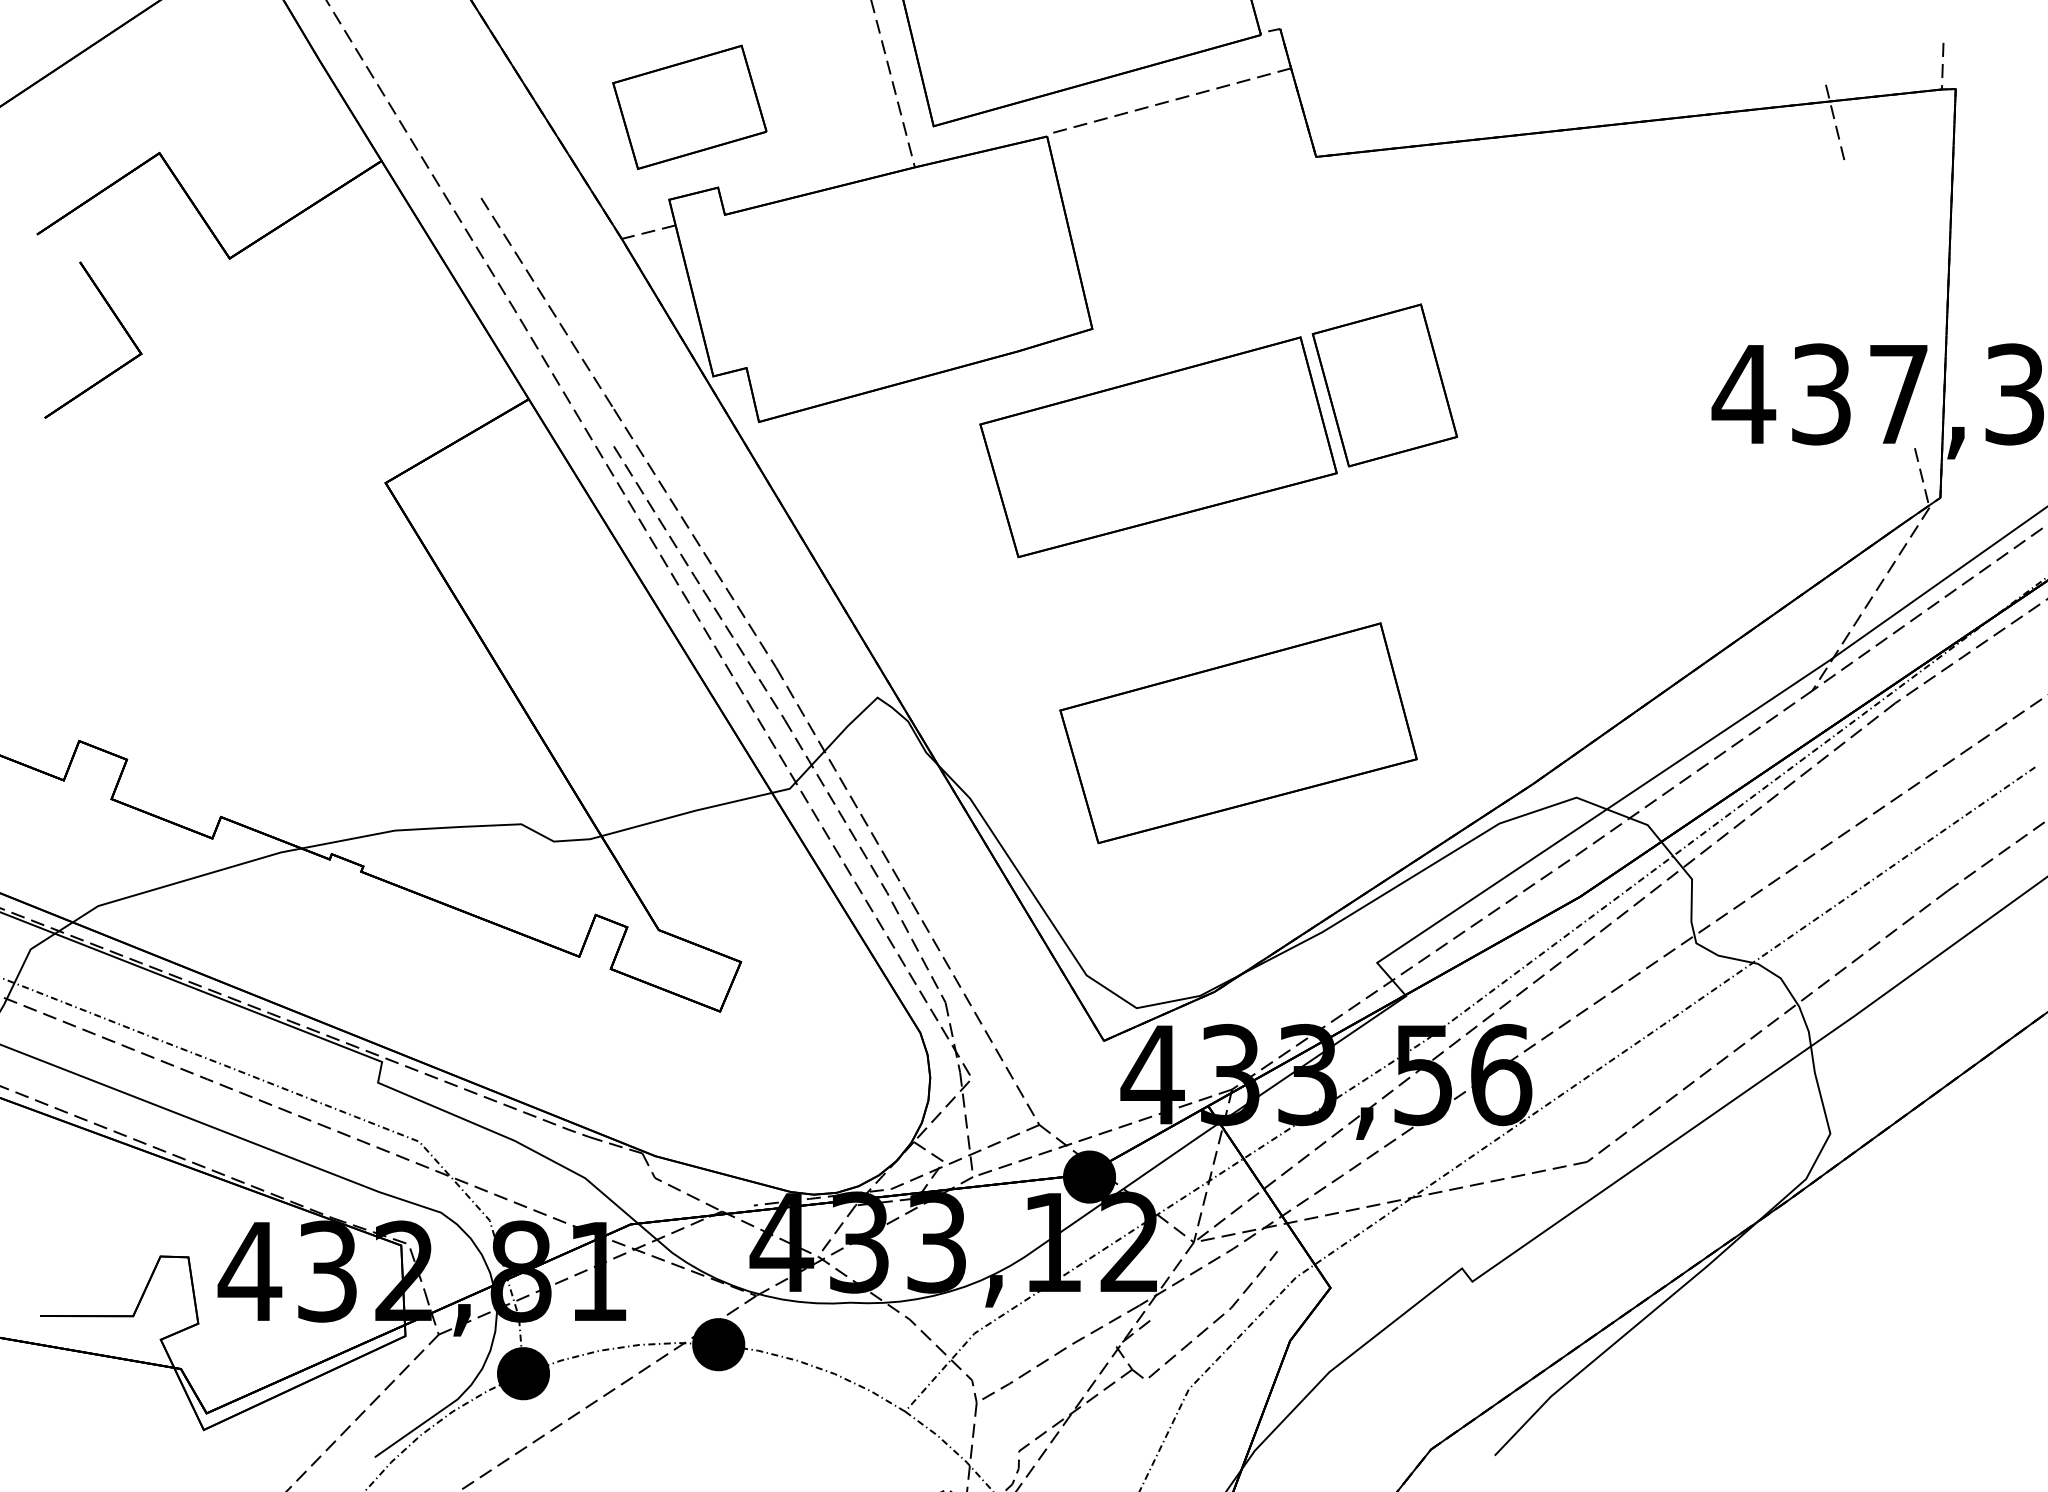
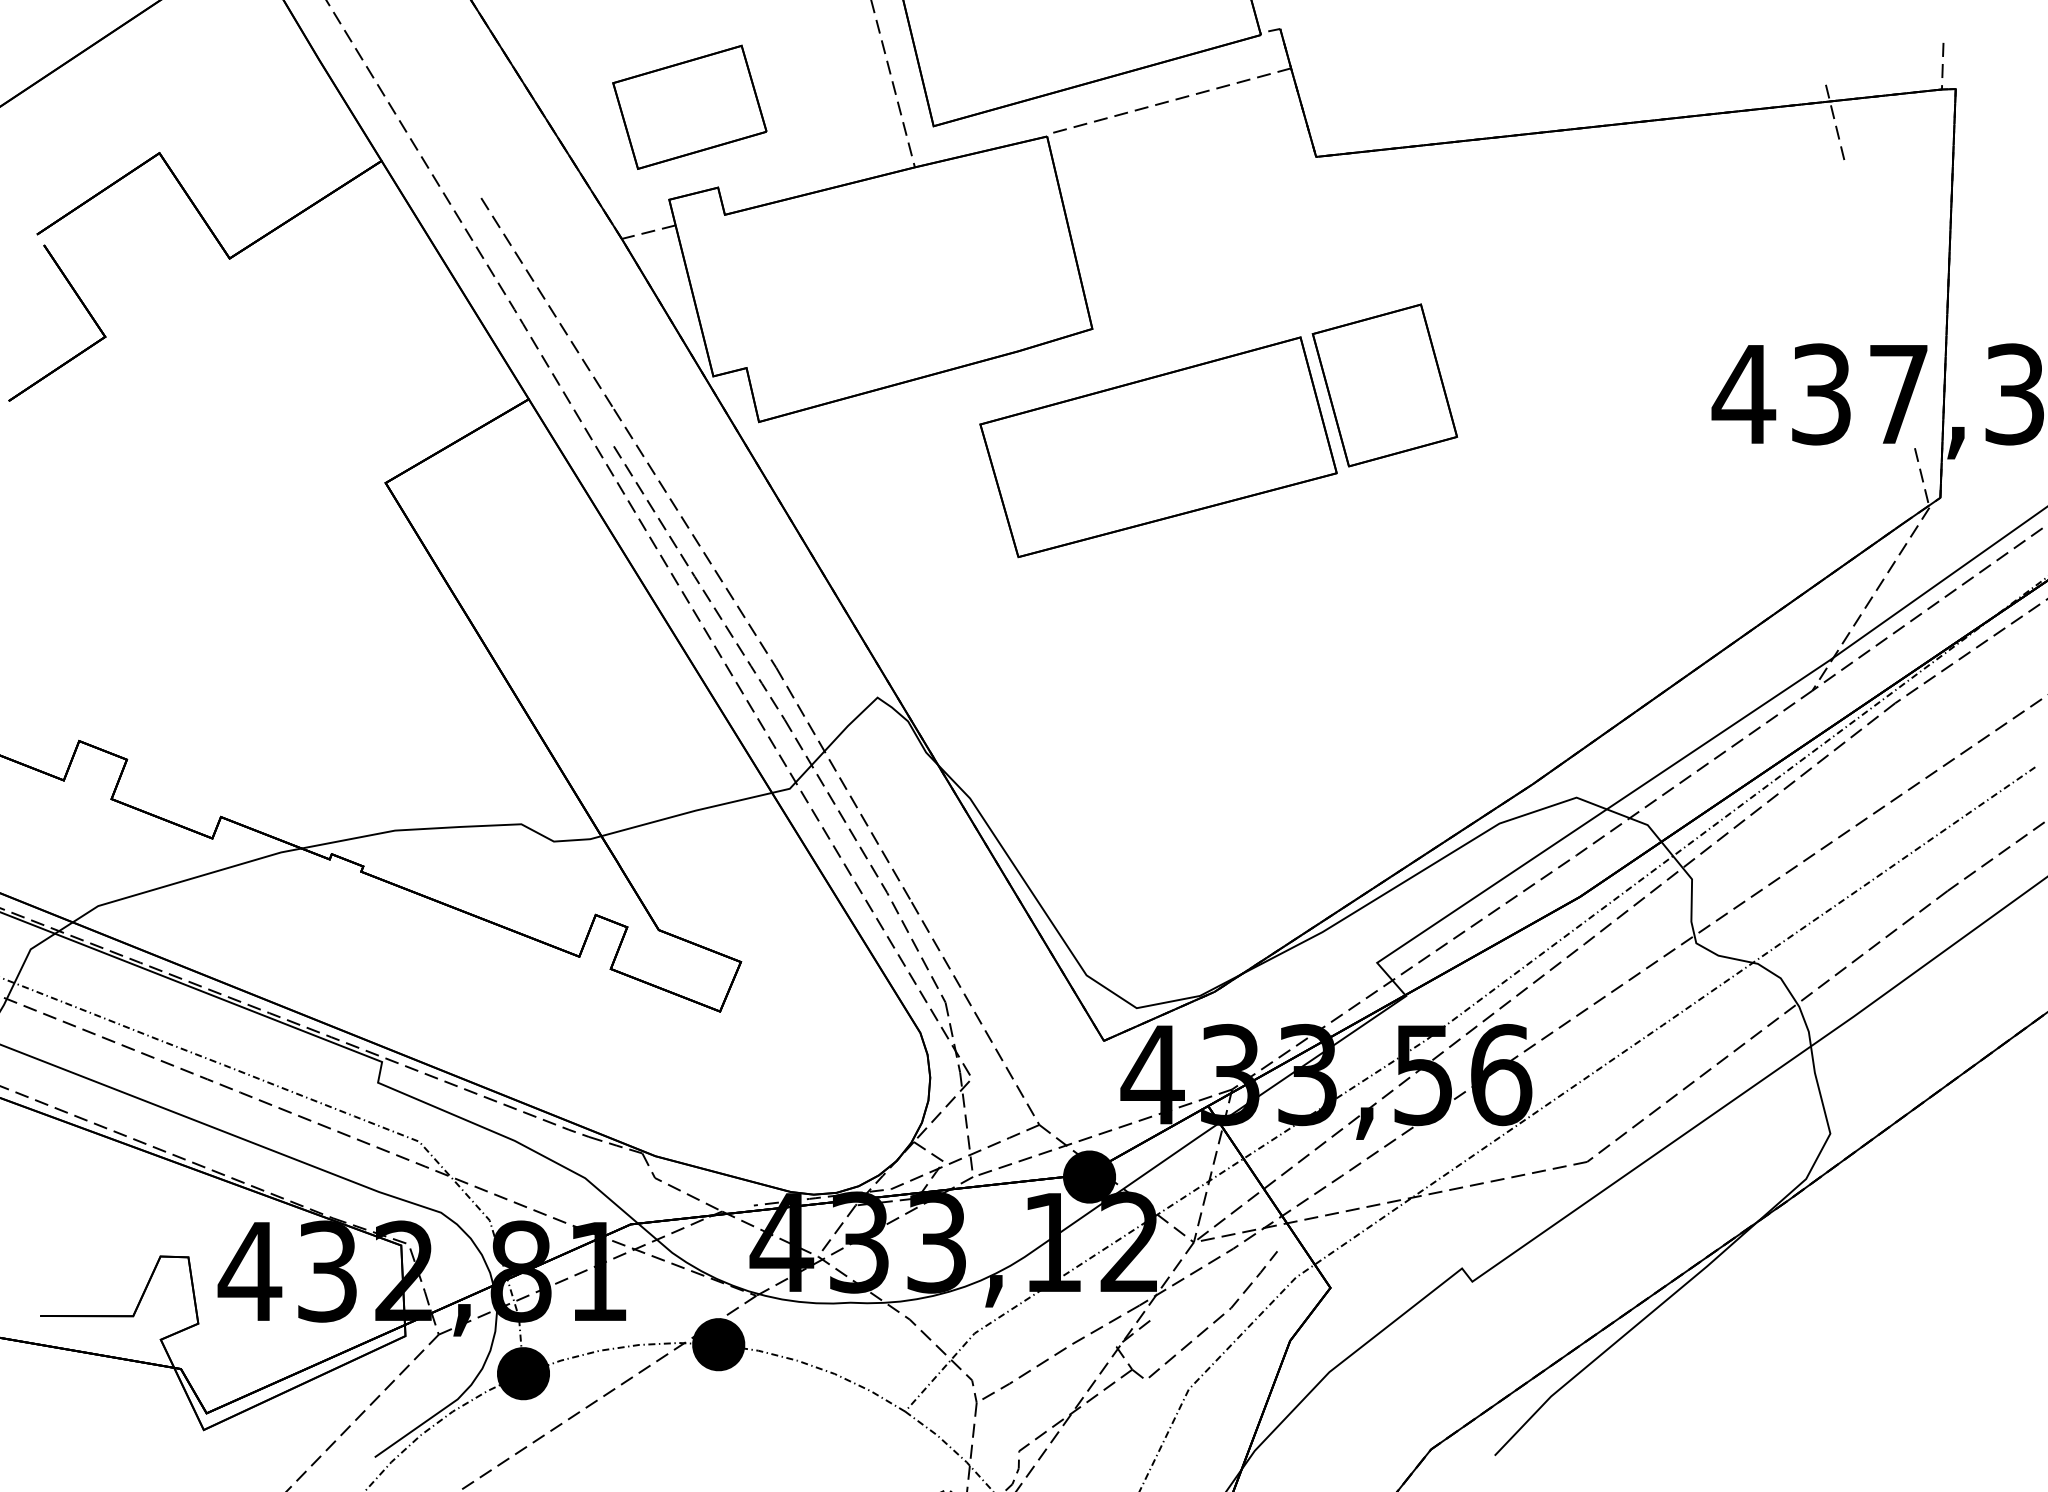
part at (119, 323) position: (119, 323) -> (83, 306)
part at (1238, 733): present -> none
